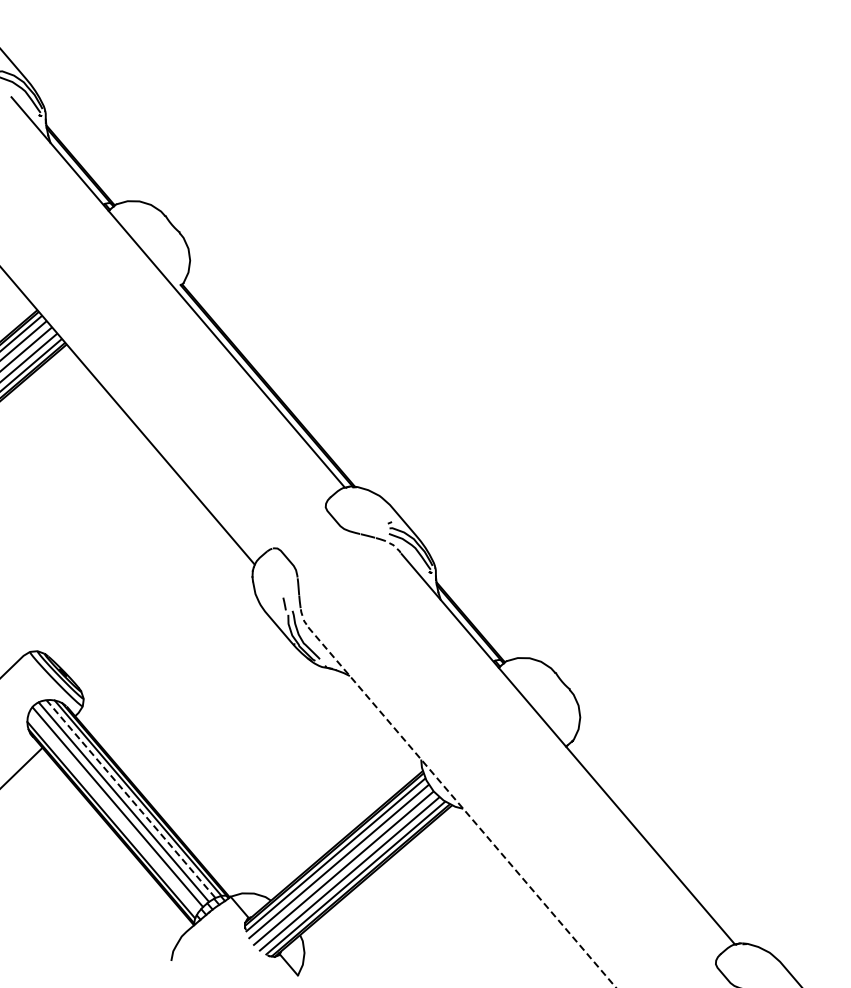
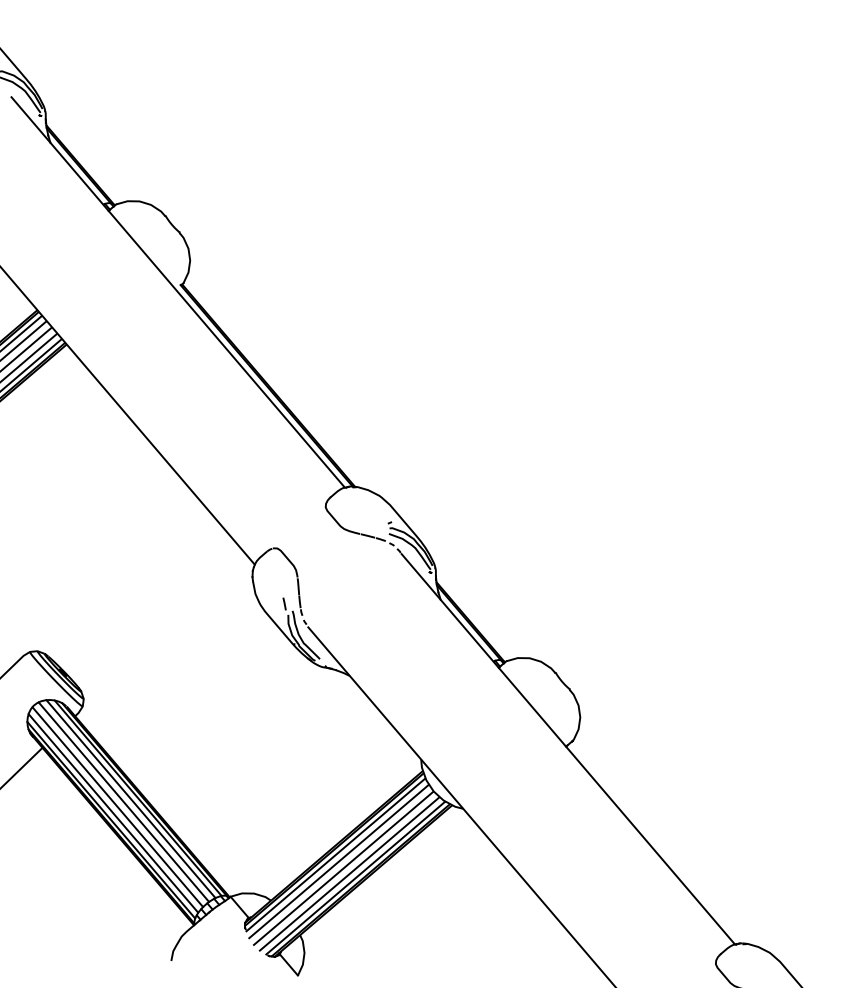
line at (131, 799): dashed -> solid
line at (462, 807): dashed -> solid
line at (113, 813): none -> present
